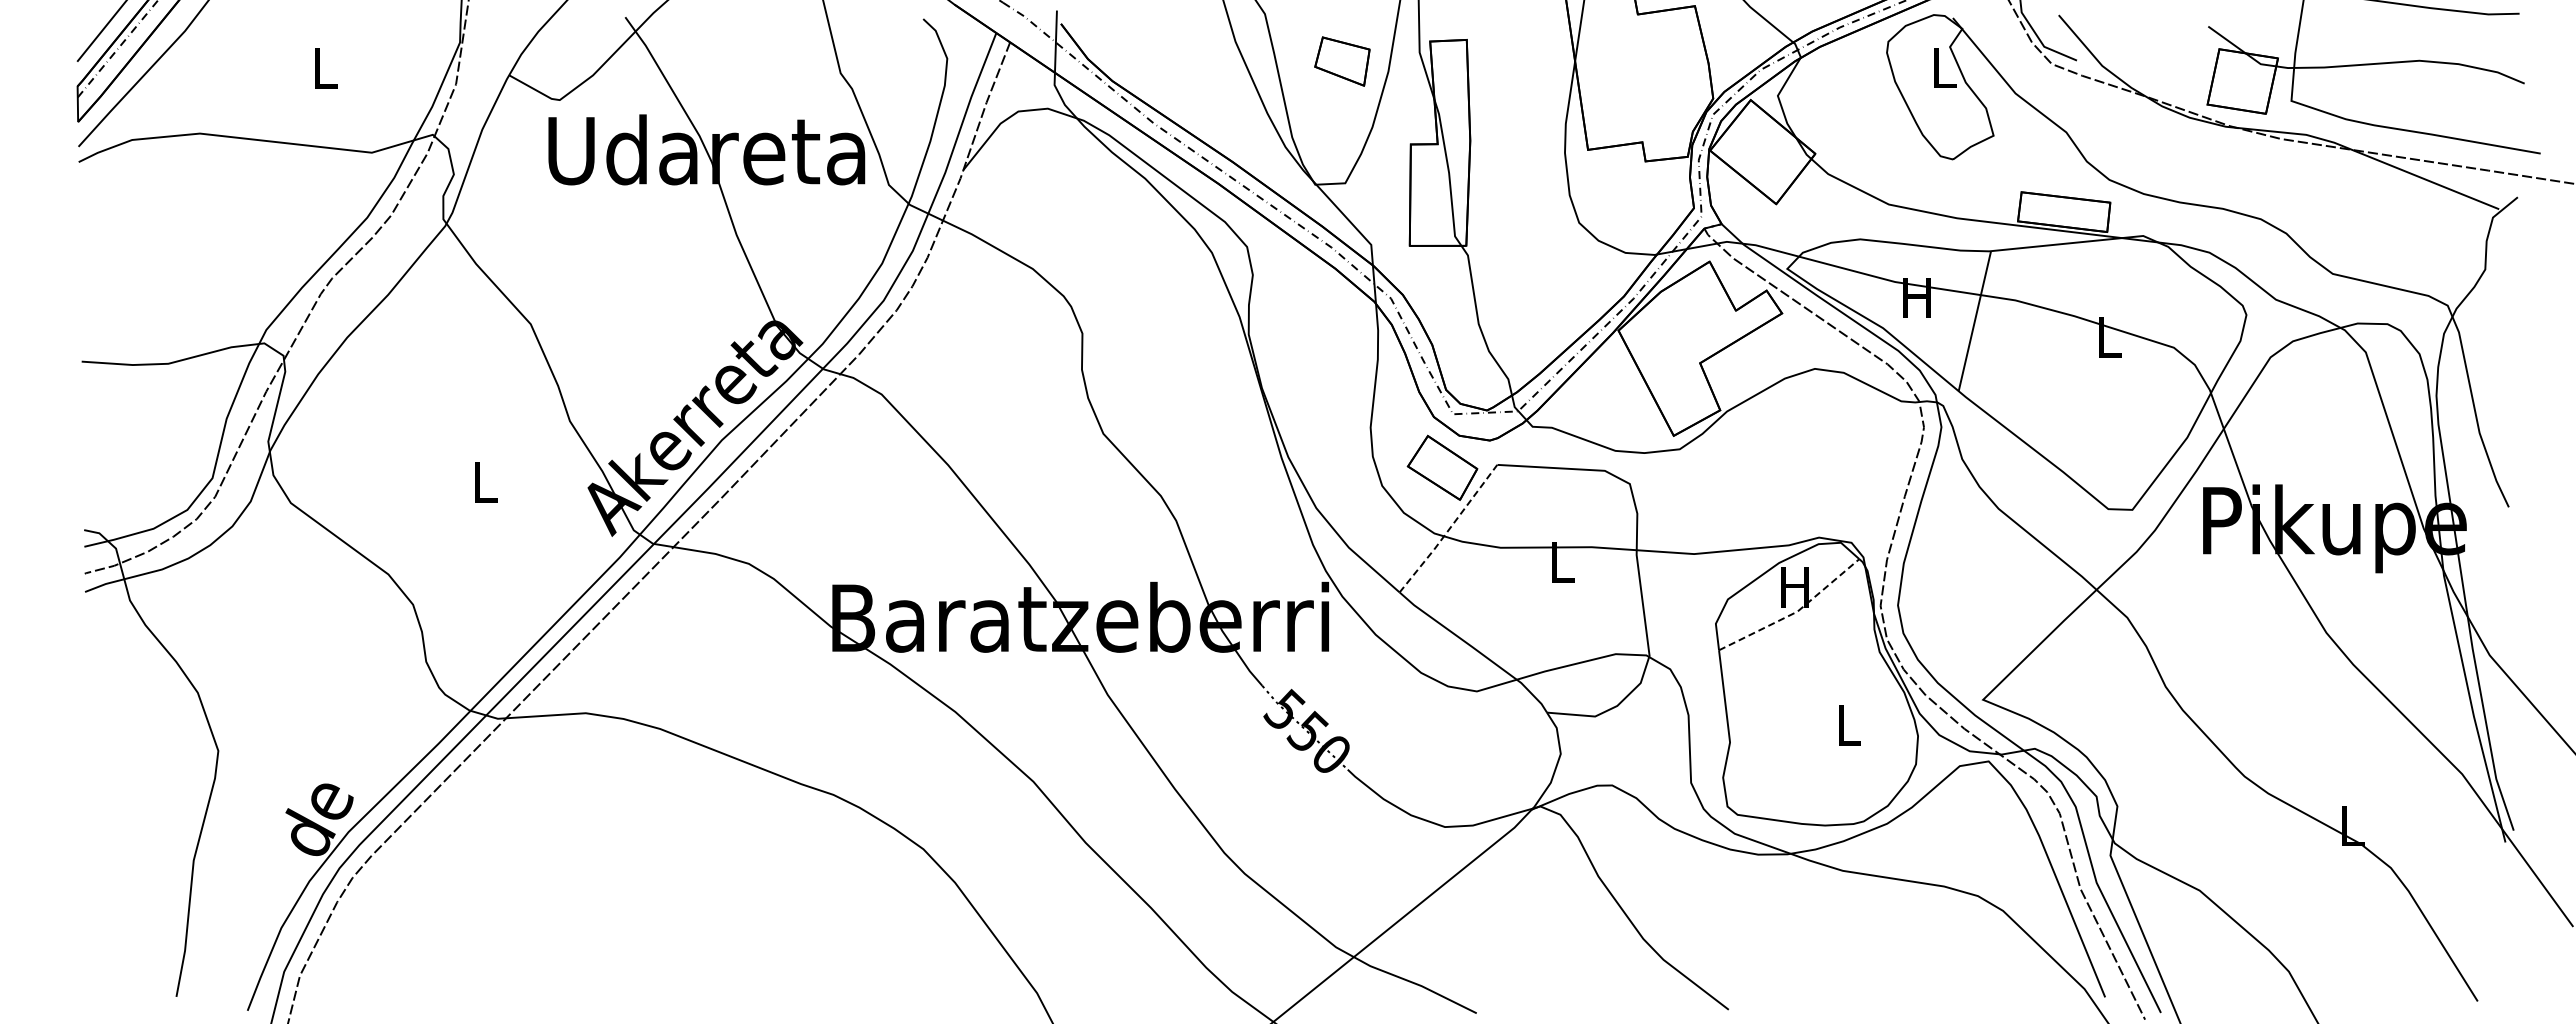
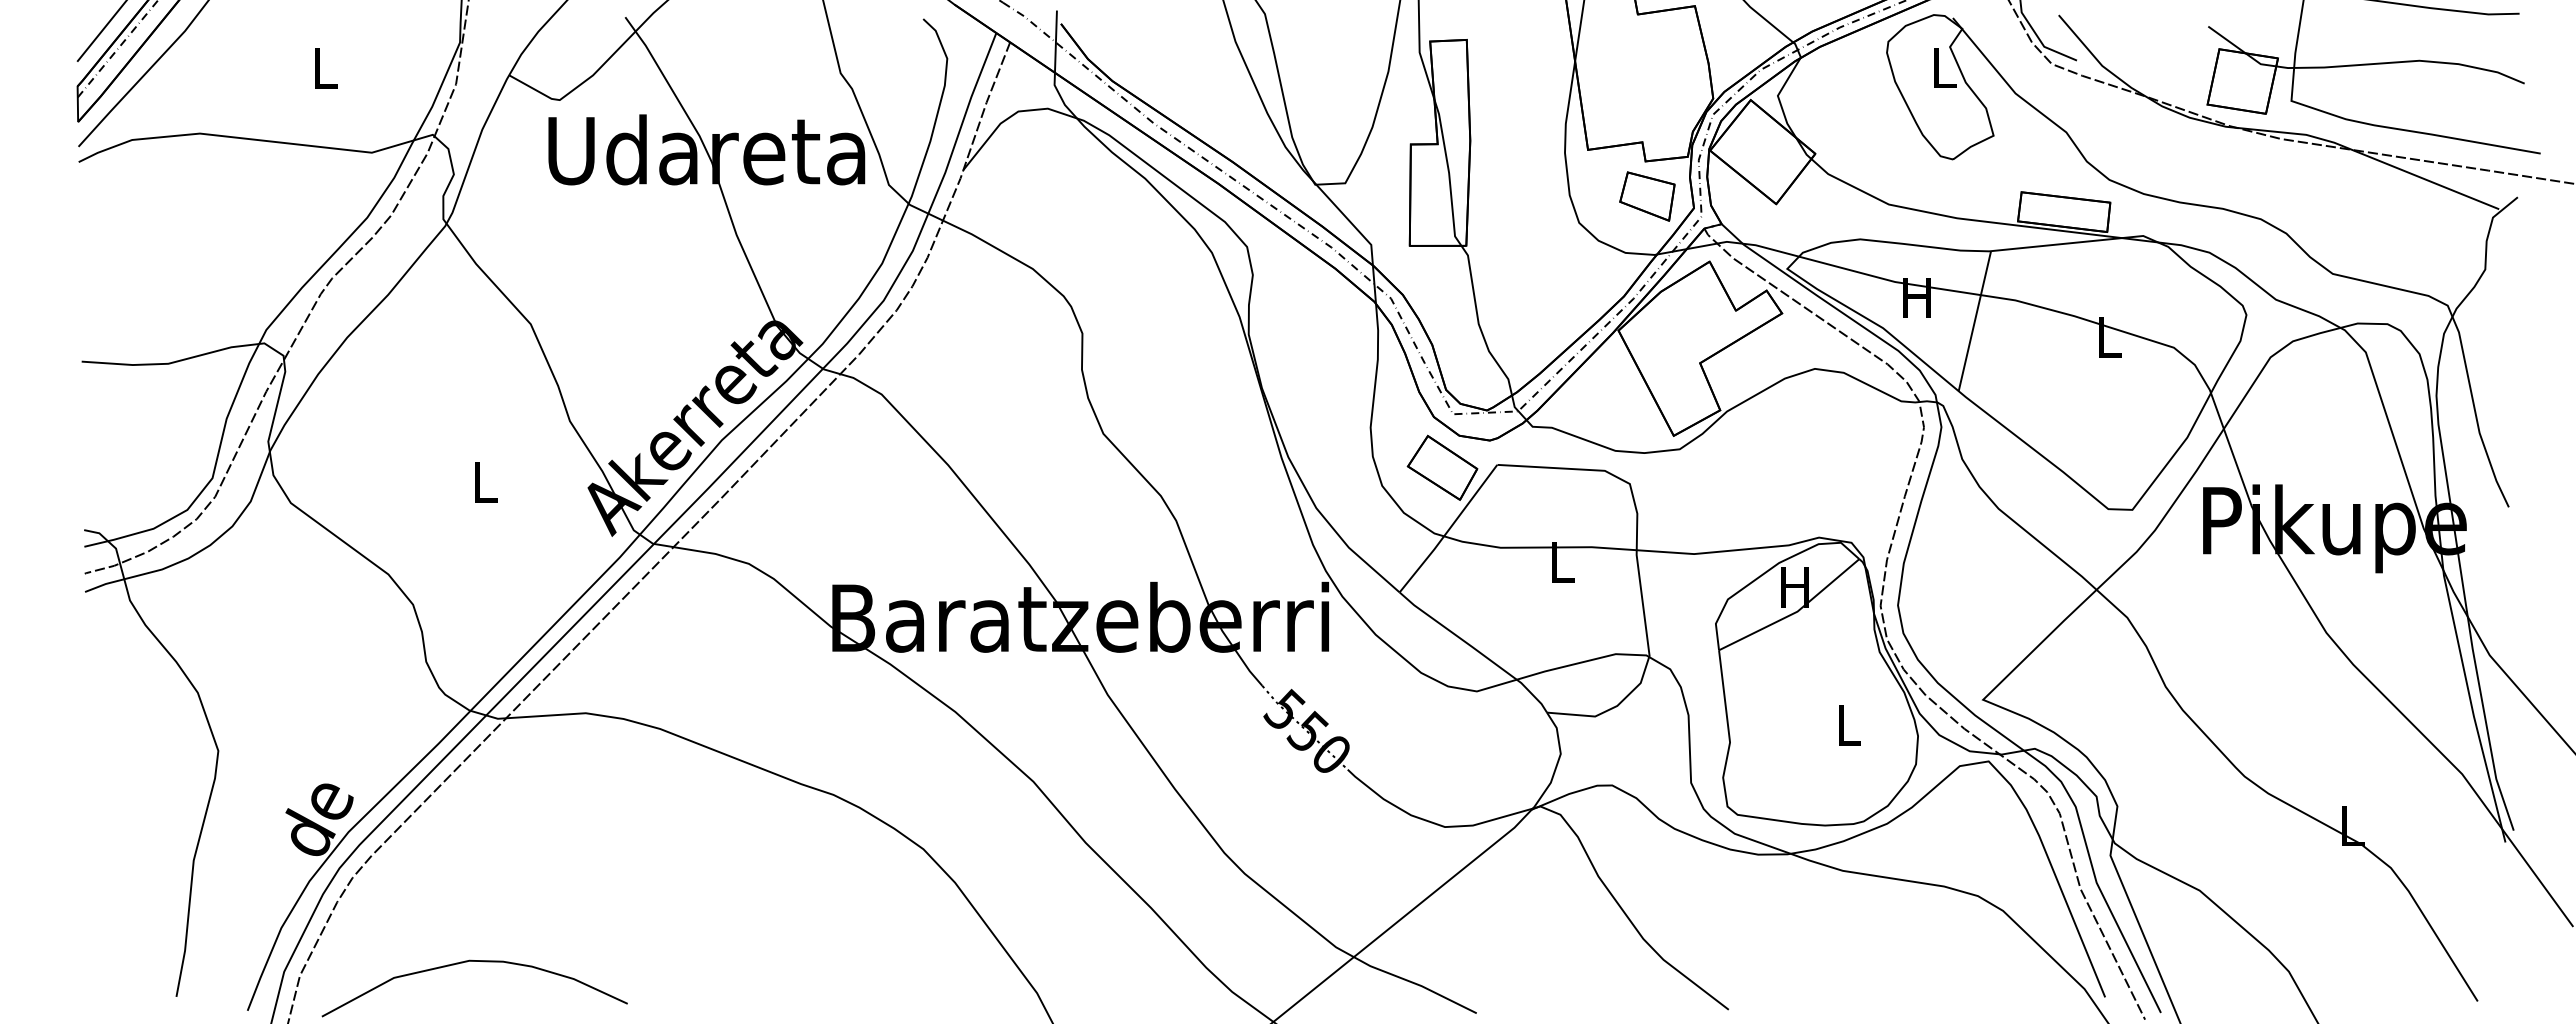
part at (1342, 61) position: (1342, 61) -> (1647, 196)
line at (1449, 529): dashed -> solid
line at (1795, 612): dashed -> solid
curve at (467, 962): none -> present
